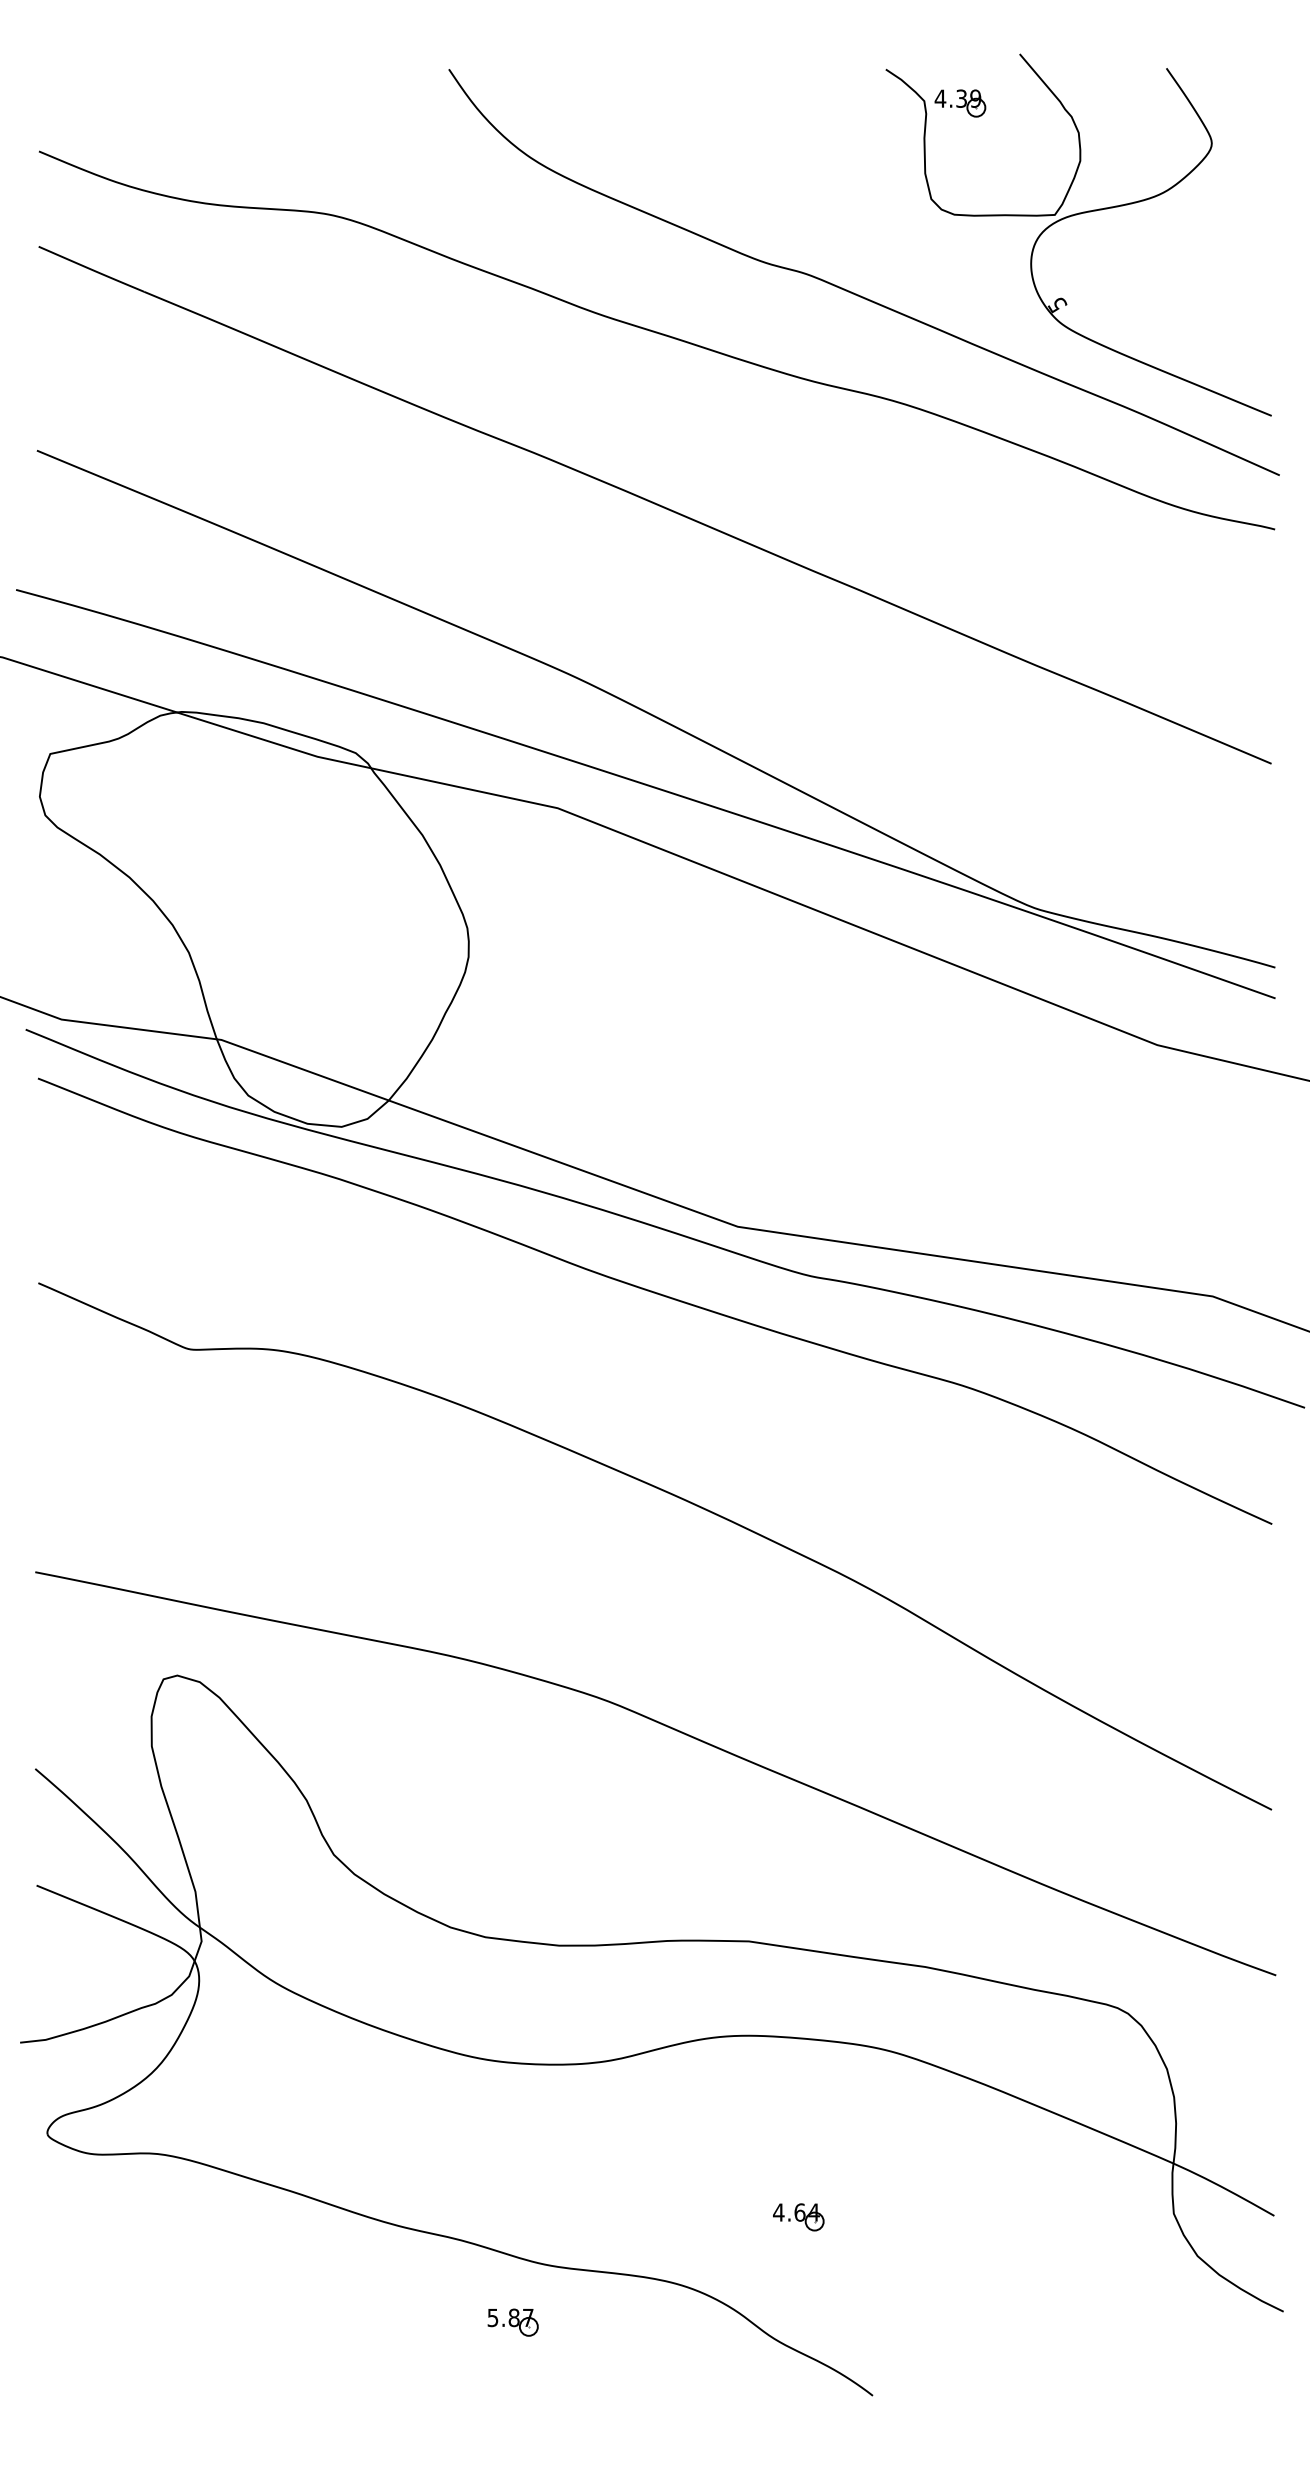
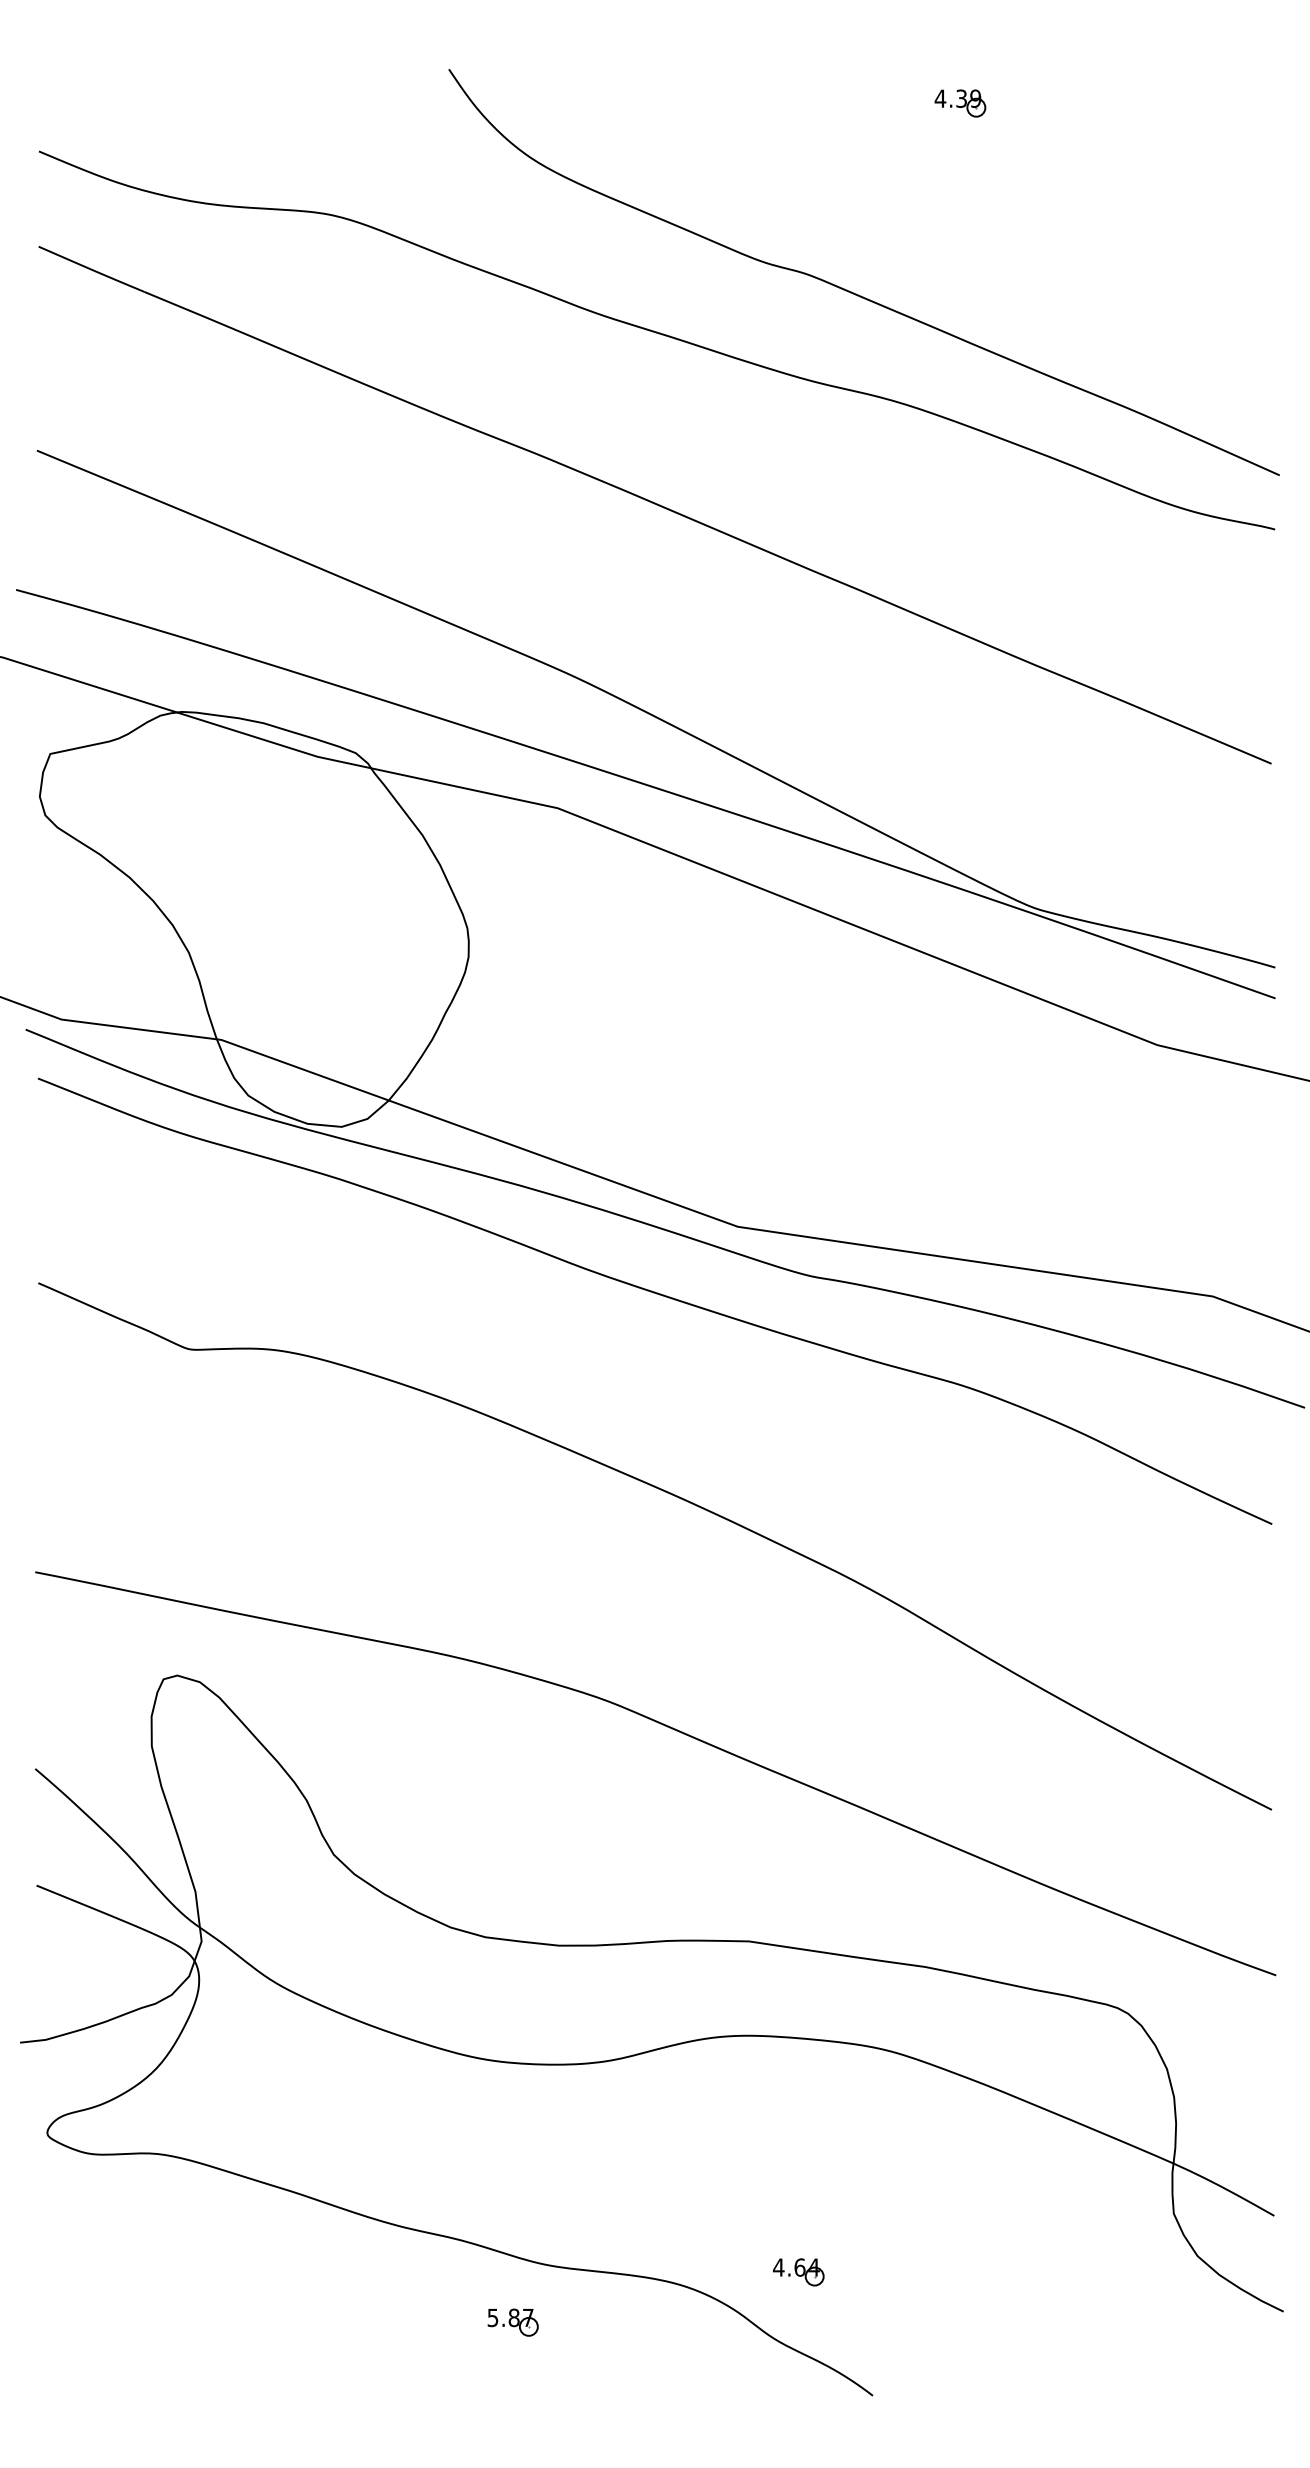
part at (1073, 216): present -> none
part at (798, 2217) position: (798, 2217) -> (798, 2272)
